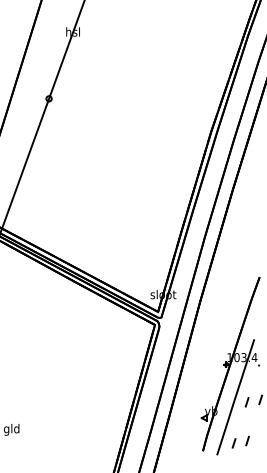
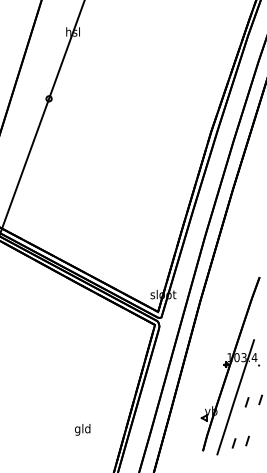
text at (11, 429) position: (11, 429) -> (82, 429)
